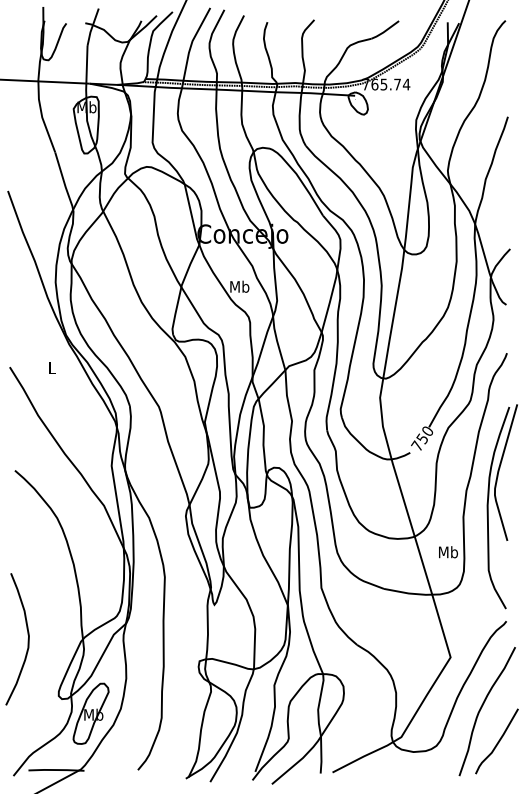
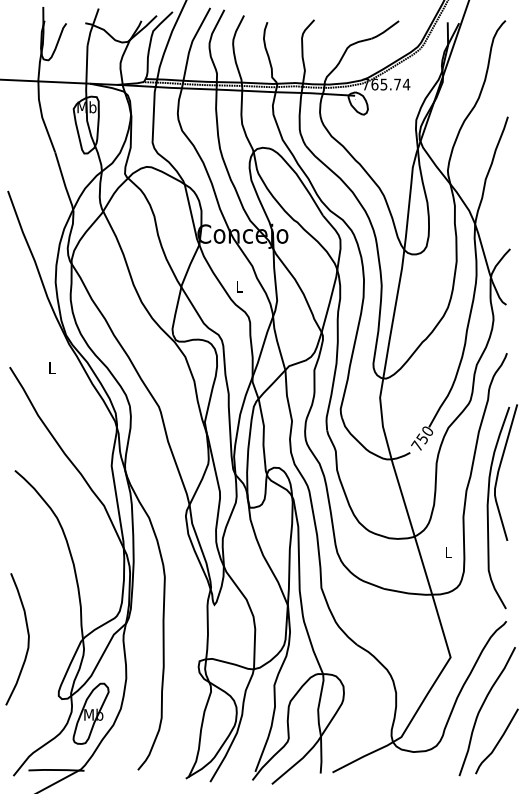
text at (239, 286): Mb -> L
text at (448, 552): Mb -> L
